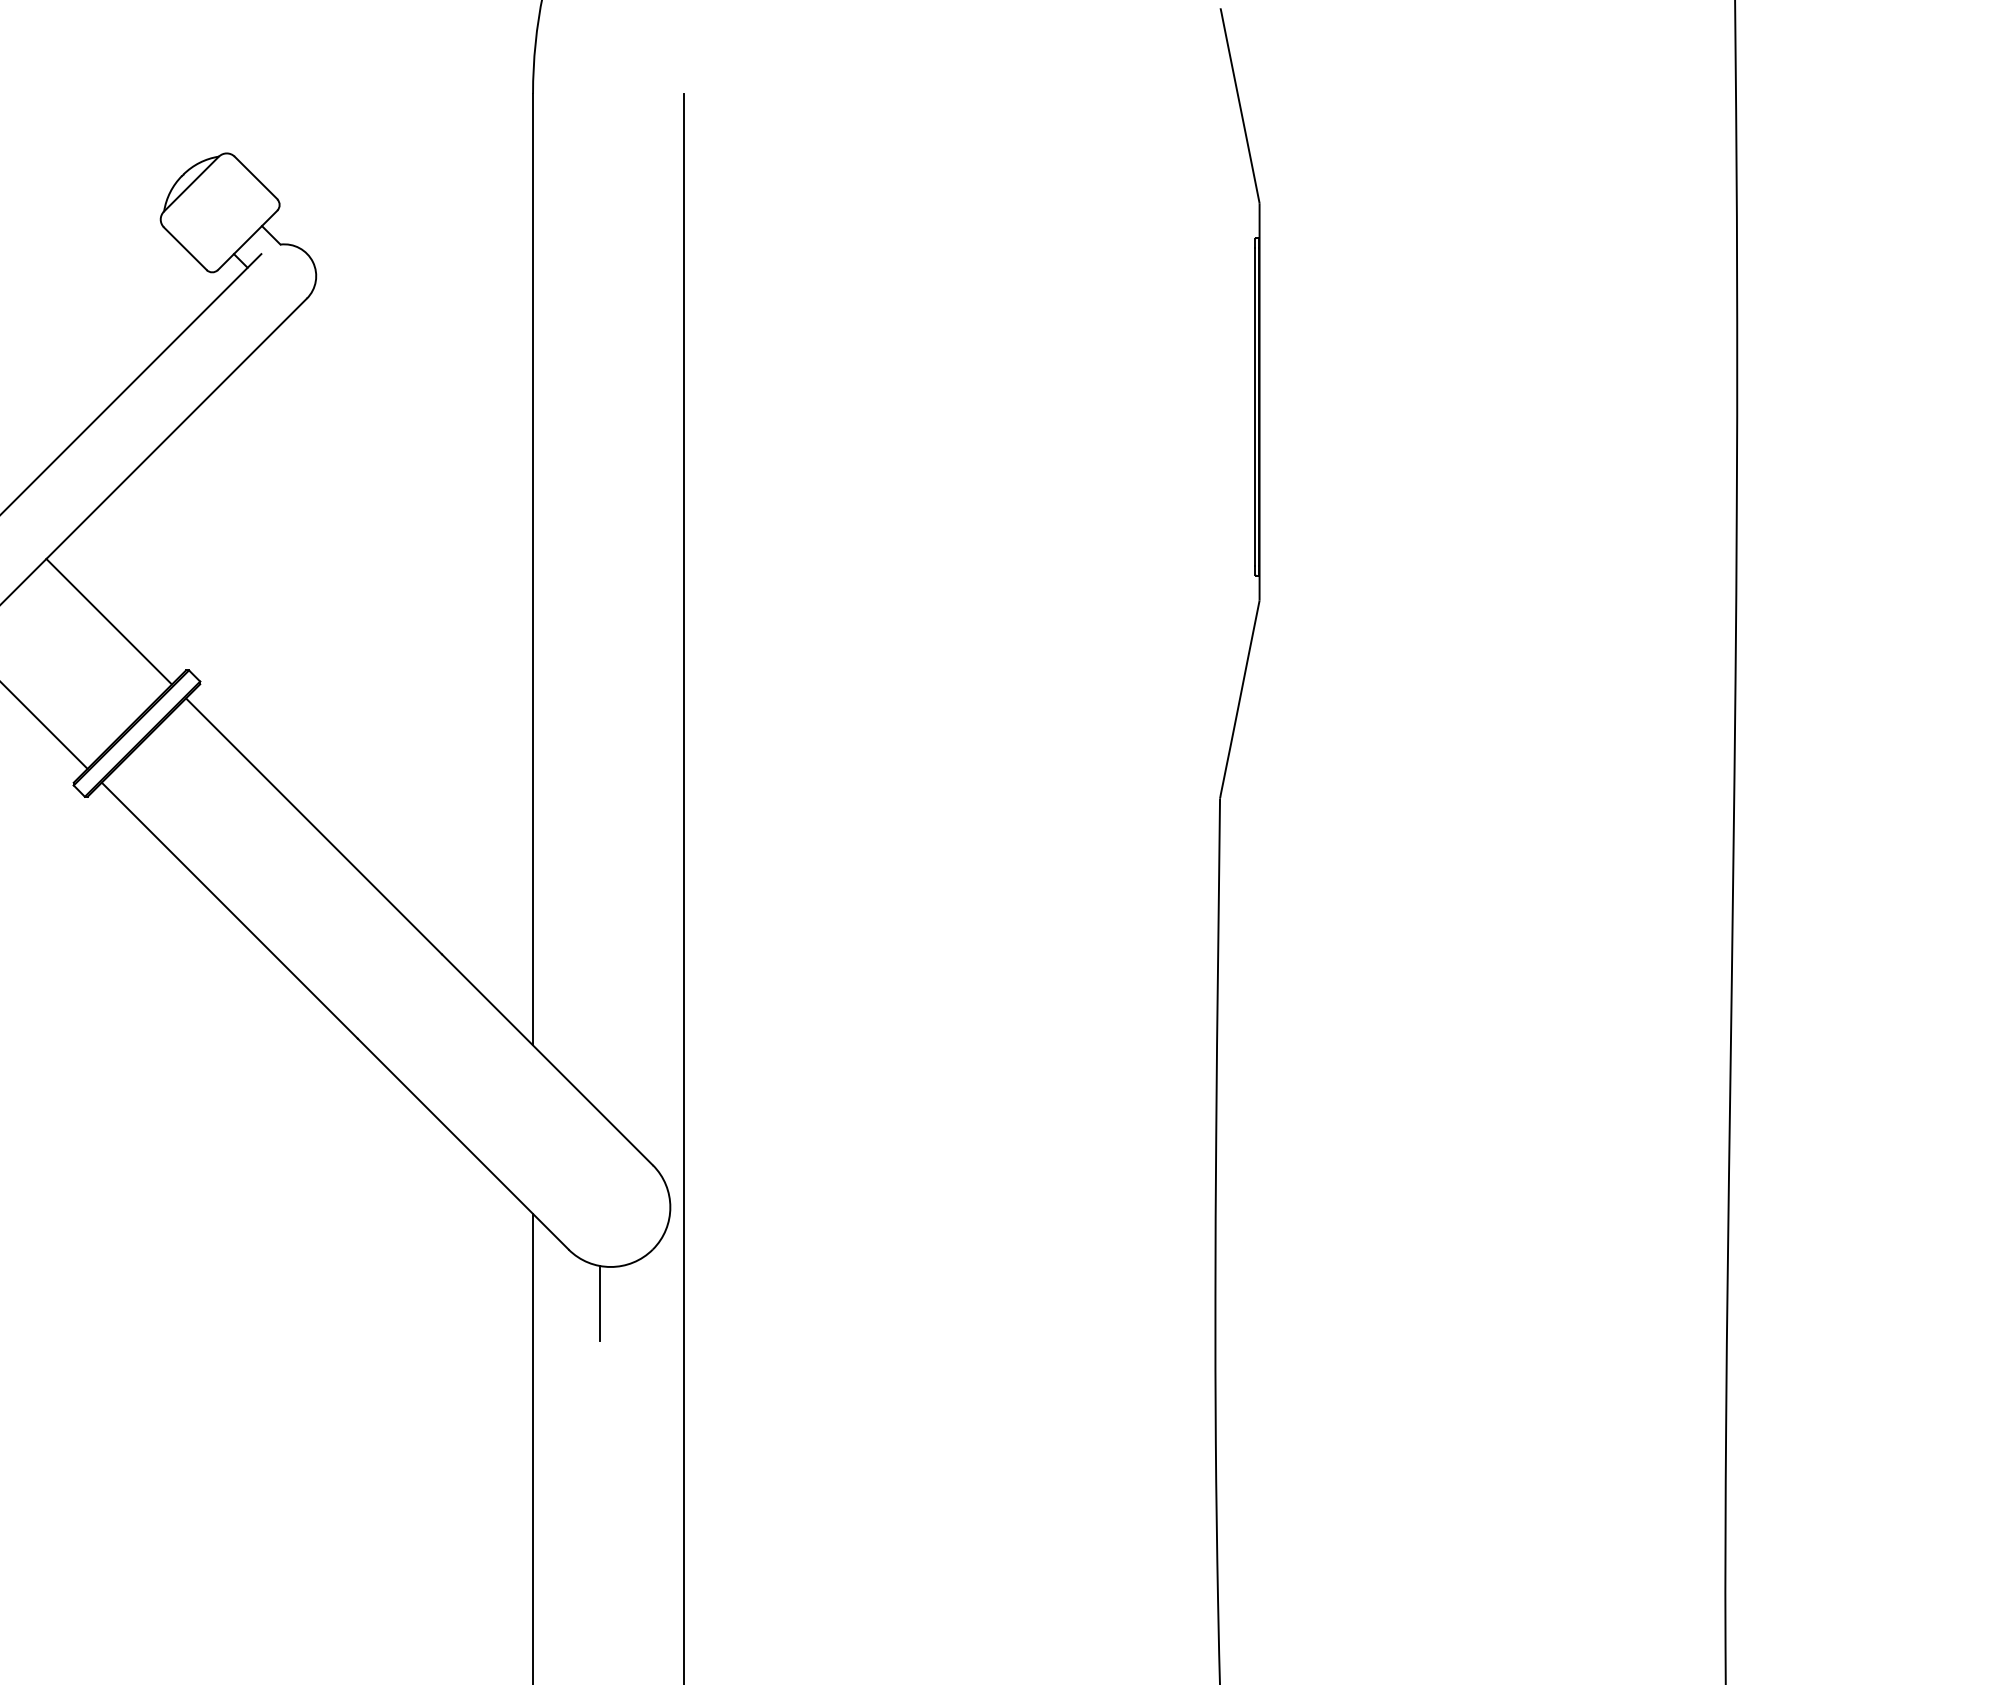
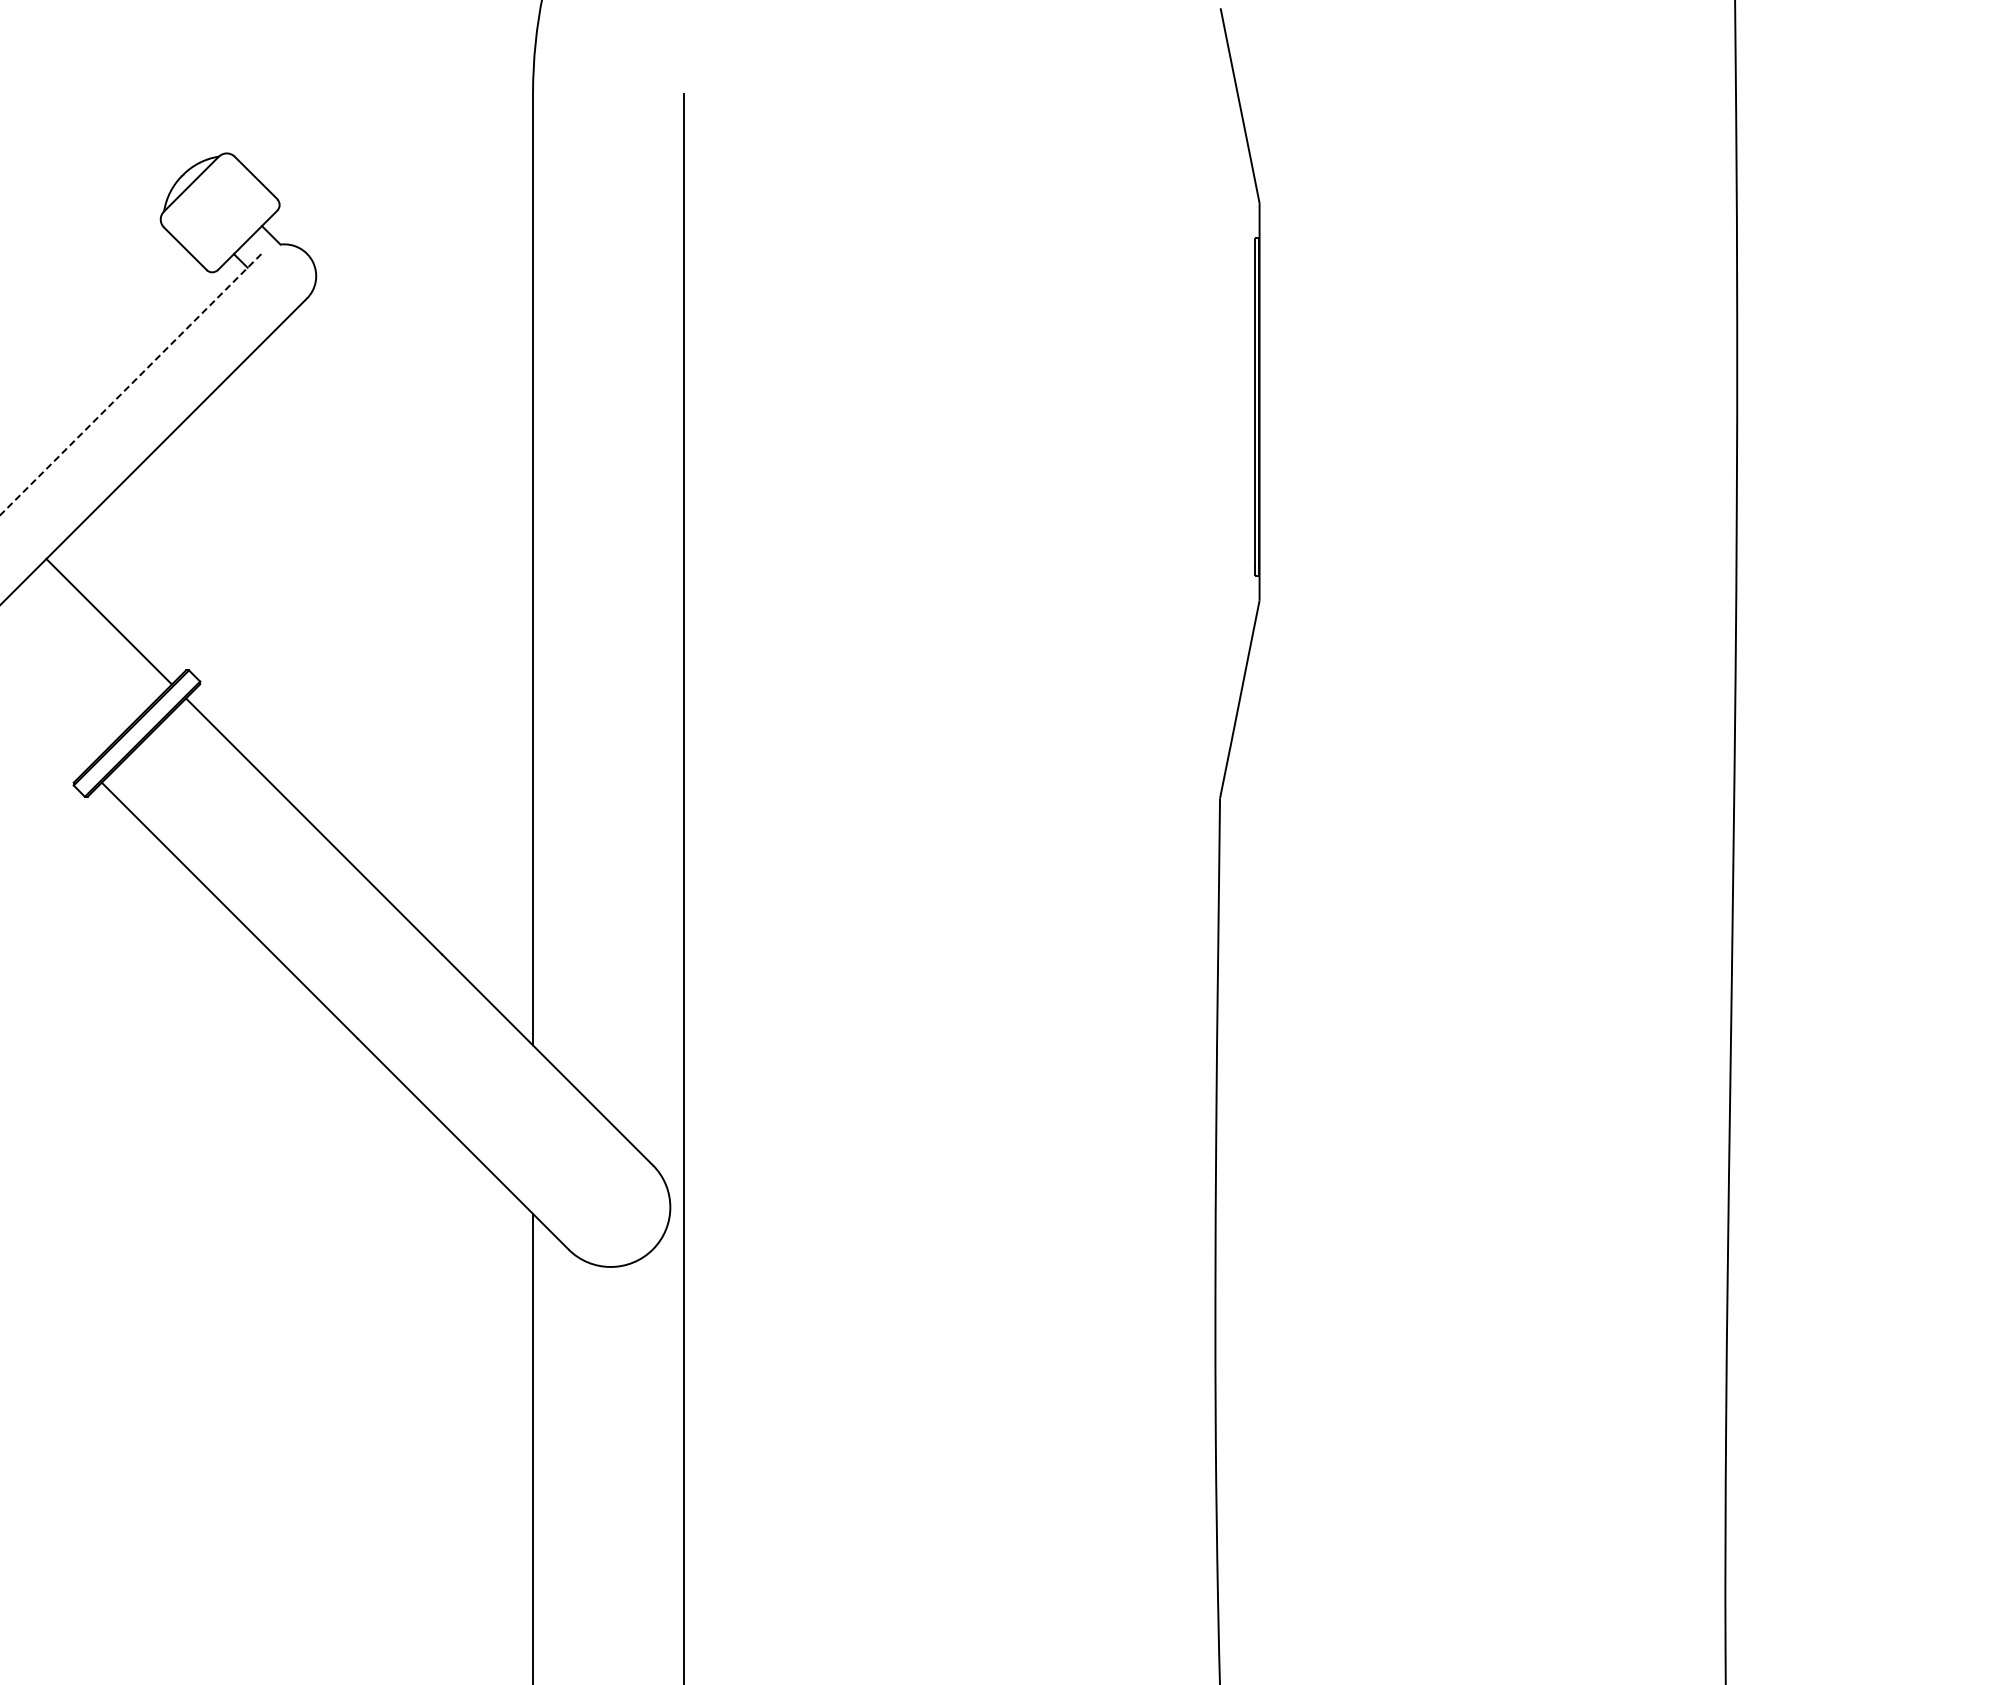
line at (130, 384): solid -> dashed
line at (44, 725): present -> none
line at (599, 1303): present -> none
